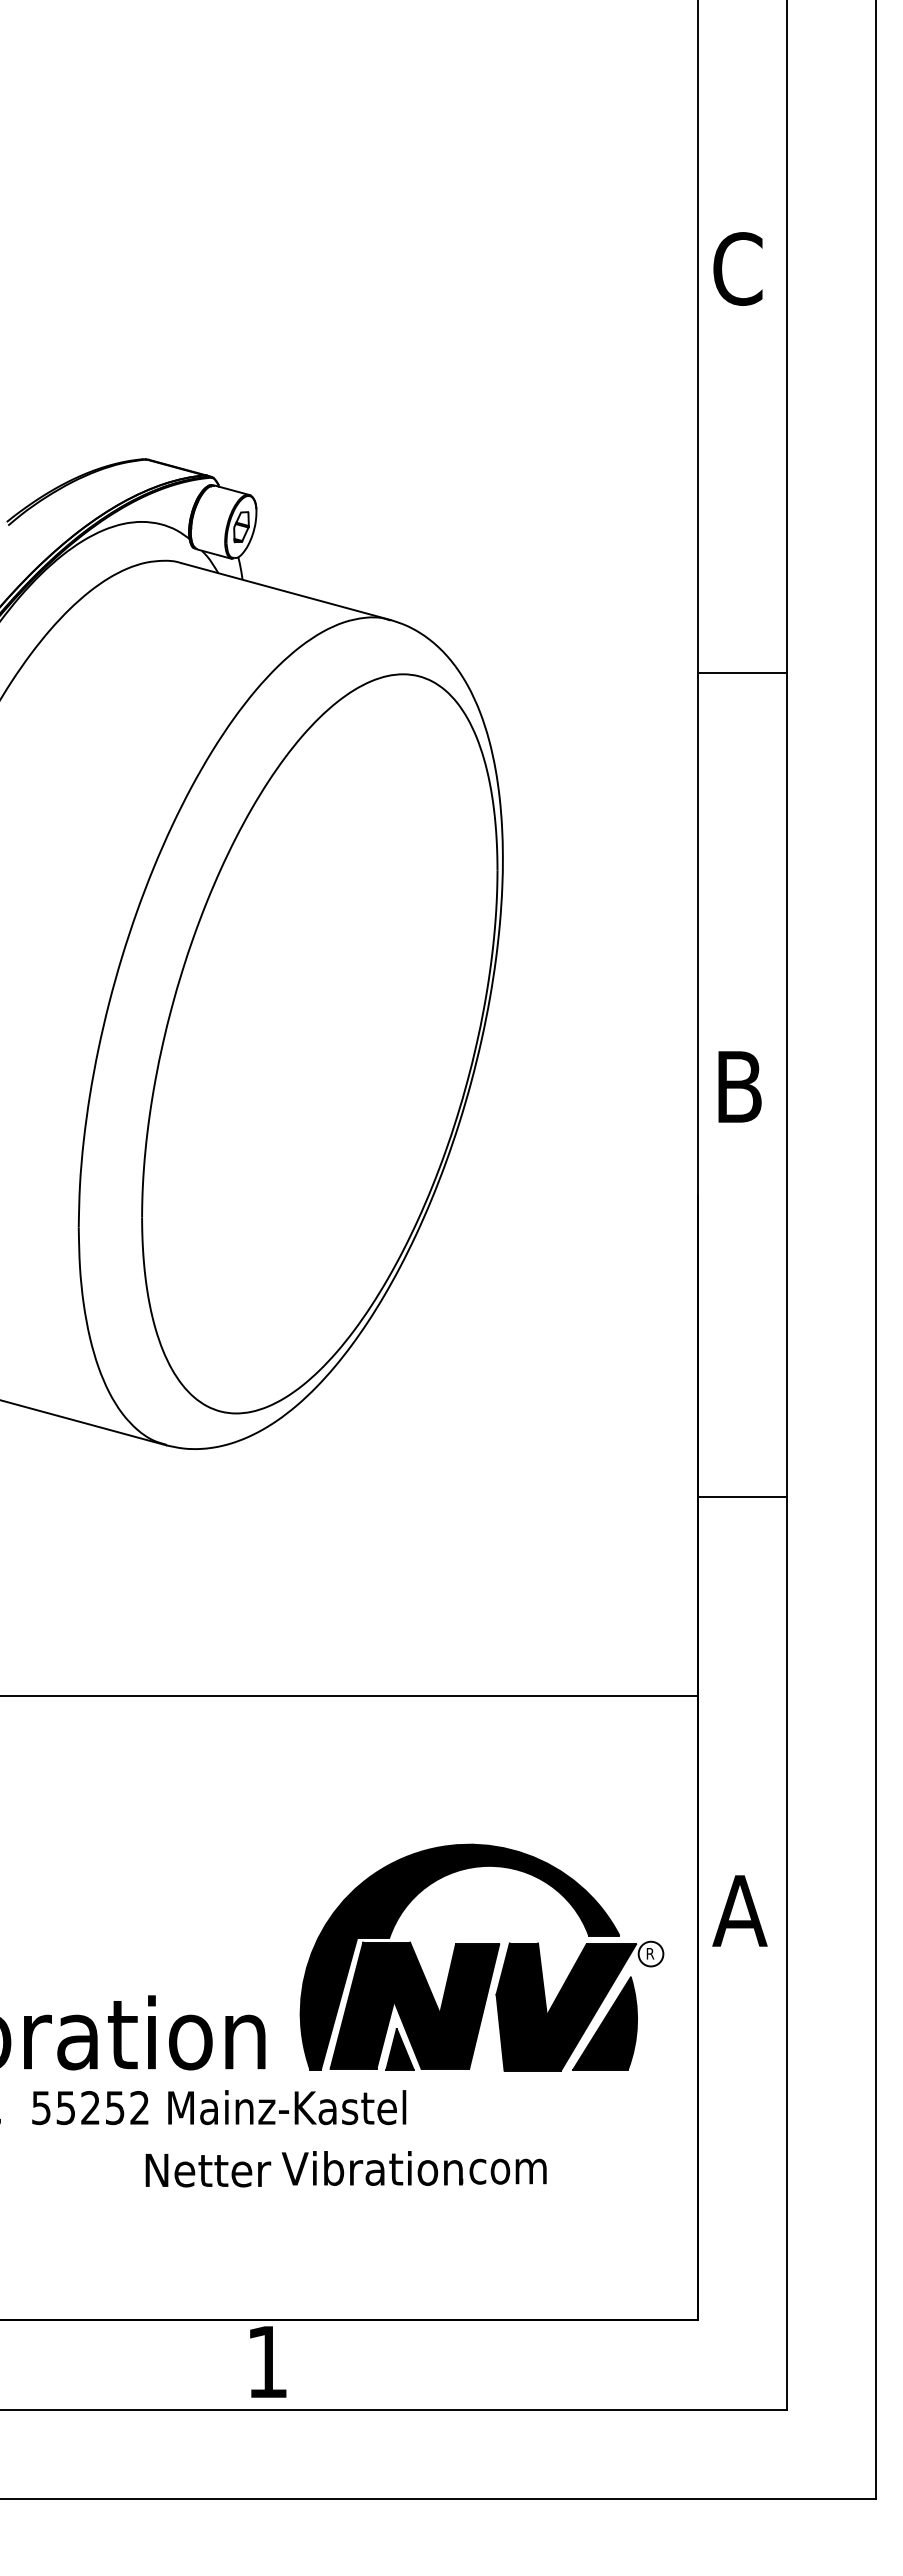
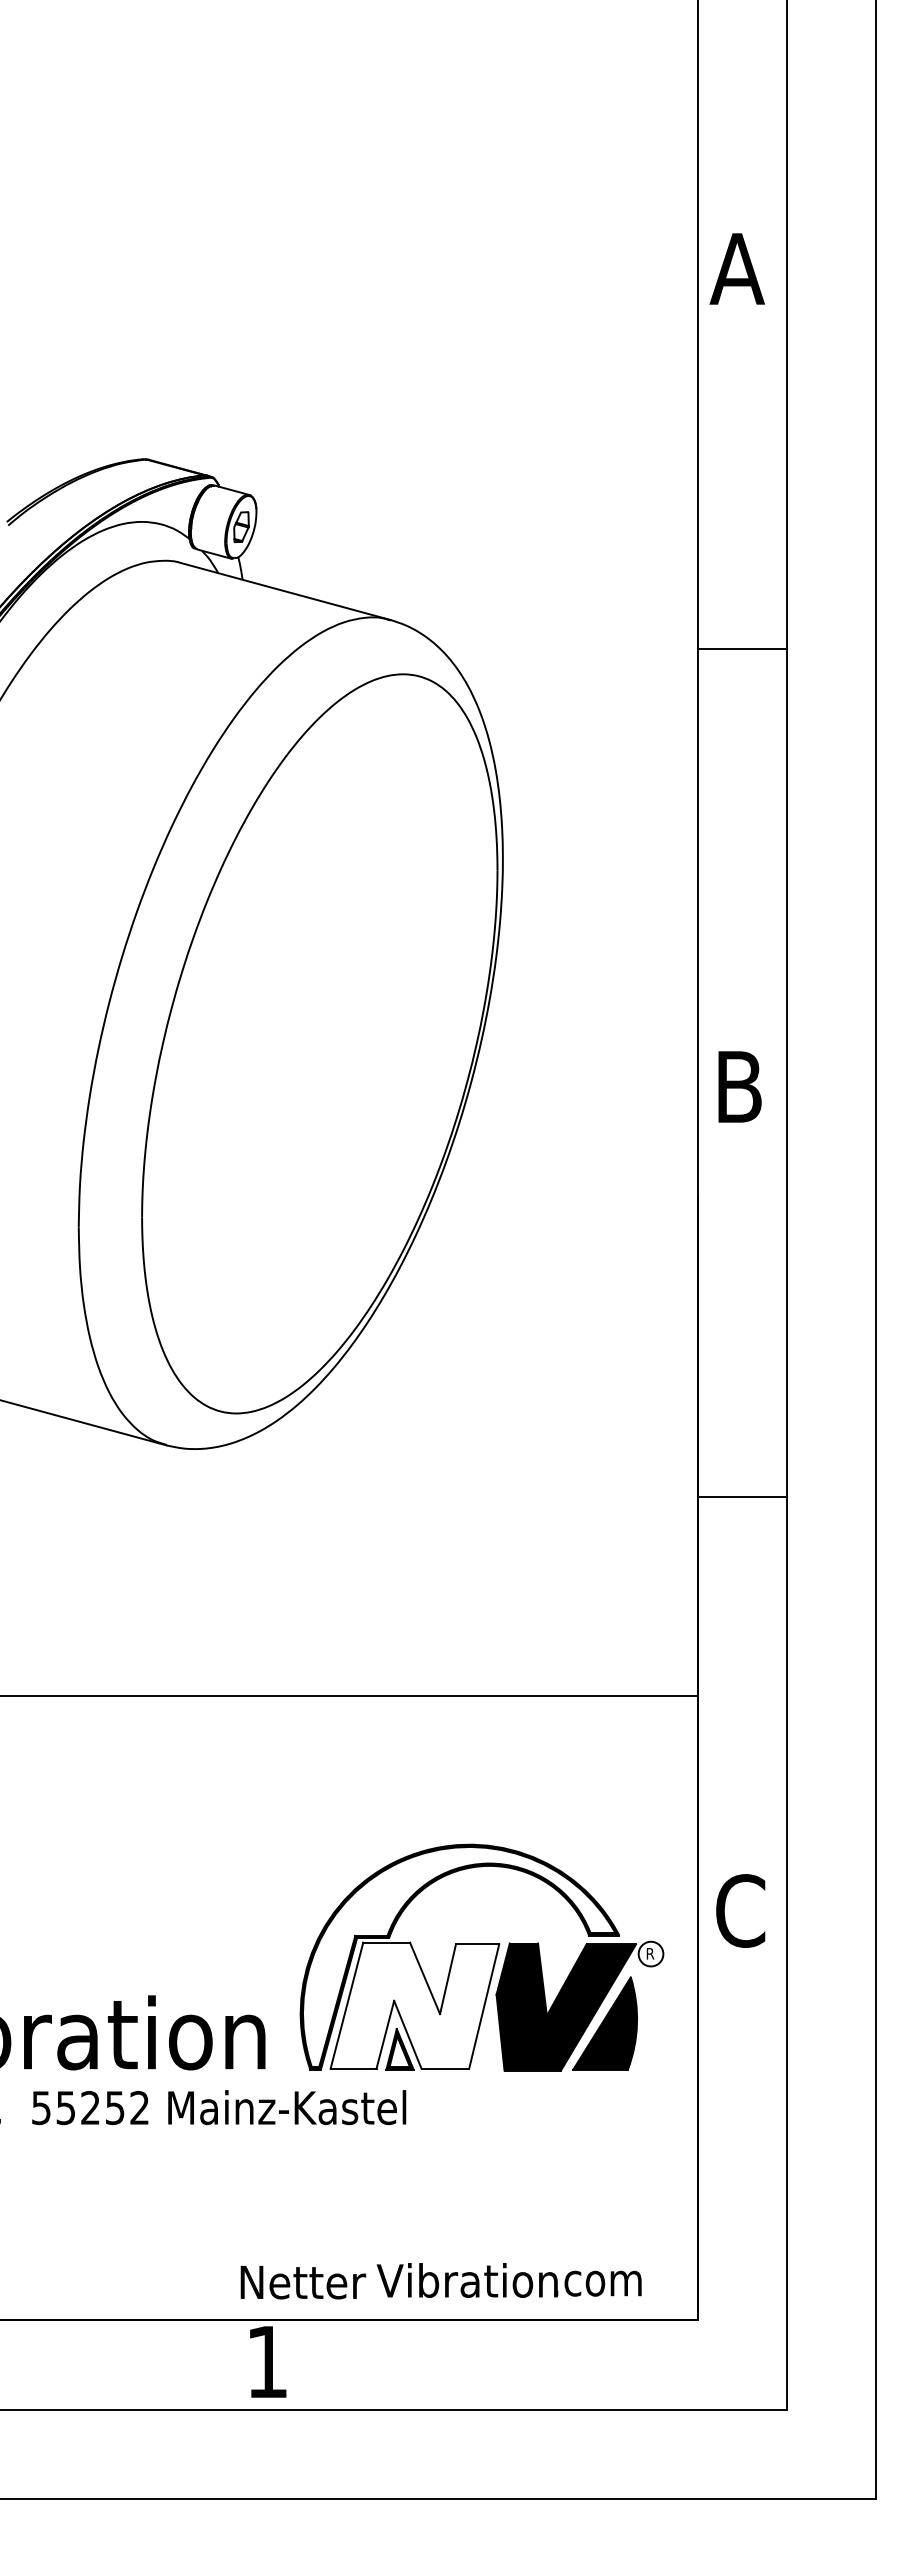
text at (736, 268): C -> A
line at (741, 673) position: (741, 673) -> (741, 649)
text at (739, 1910): A -> C
fill at (459, 1957): present -> none
fill at (414, 2005): present -> none
fill at (399, 2051): present -> none
text at (345, 2169) position: (345, 2169) -> (440, 2281)
